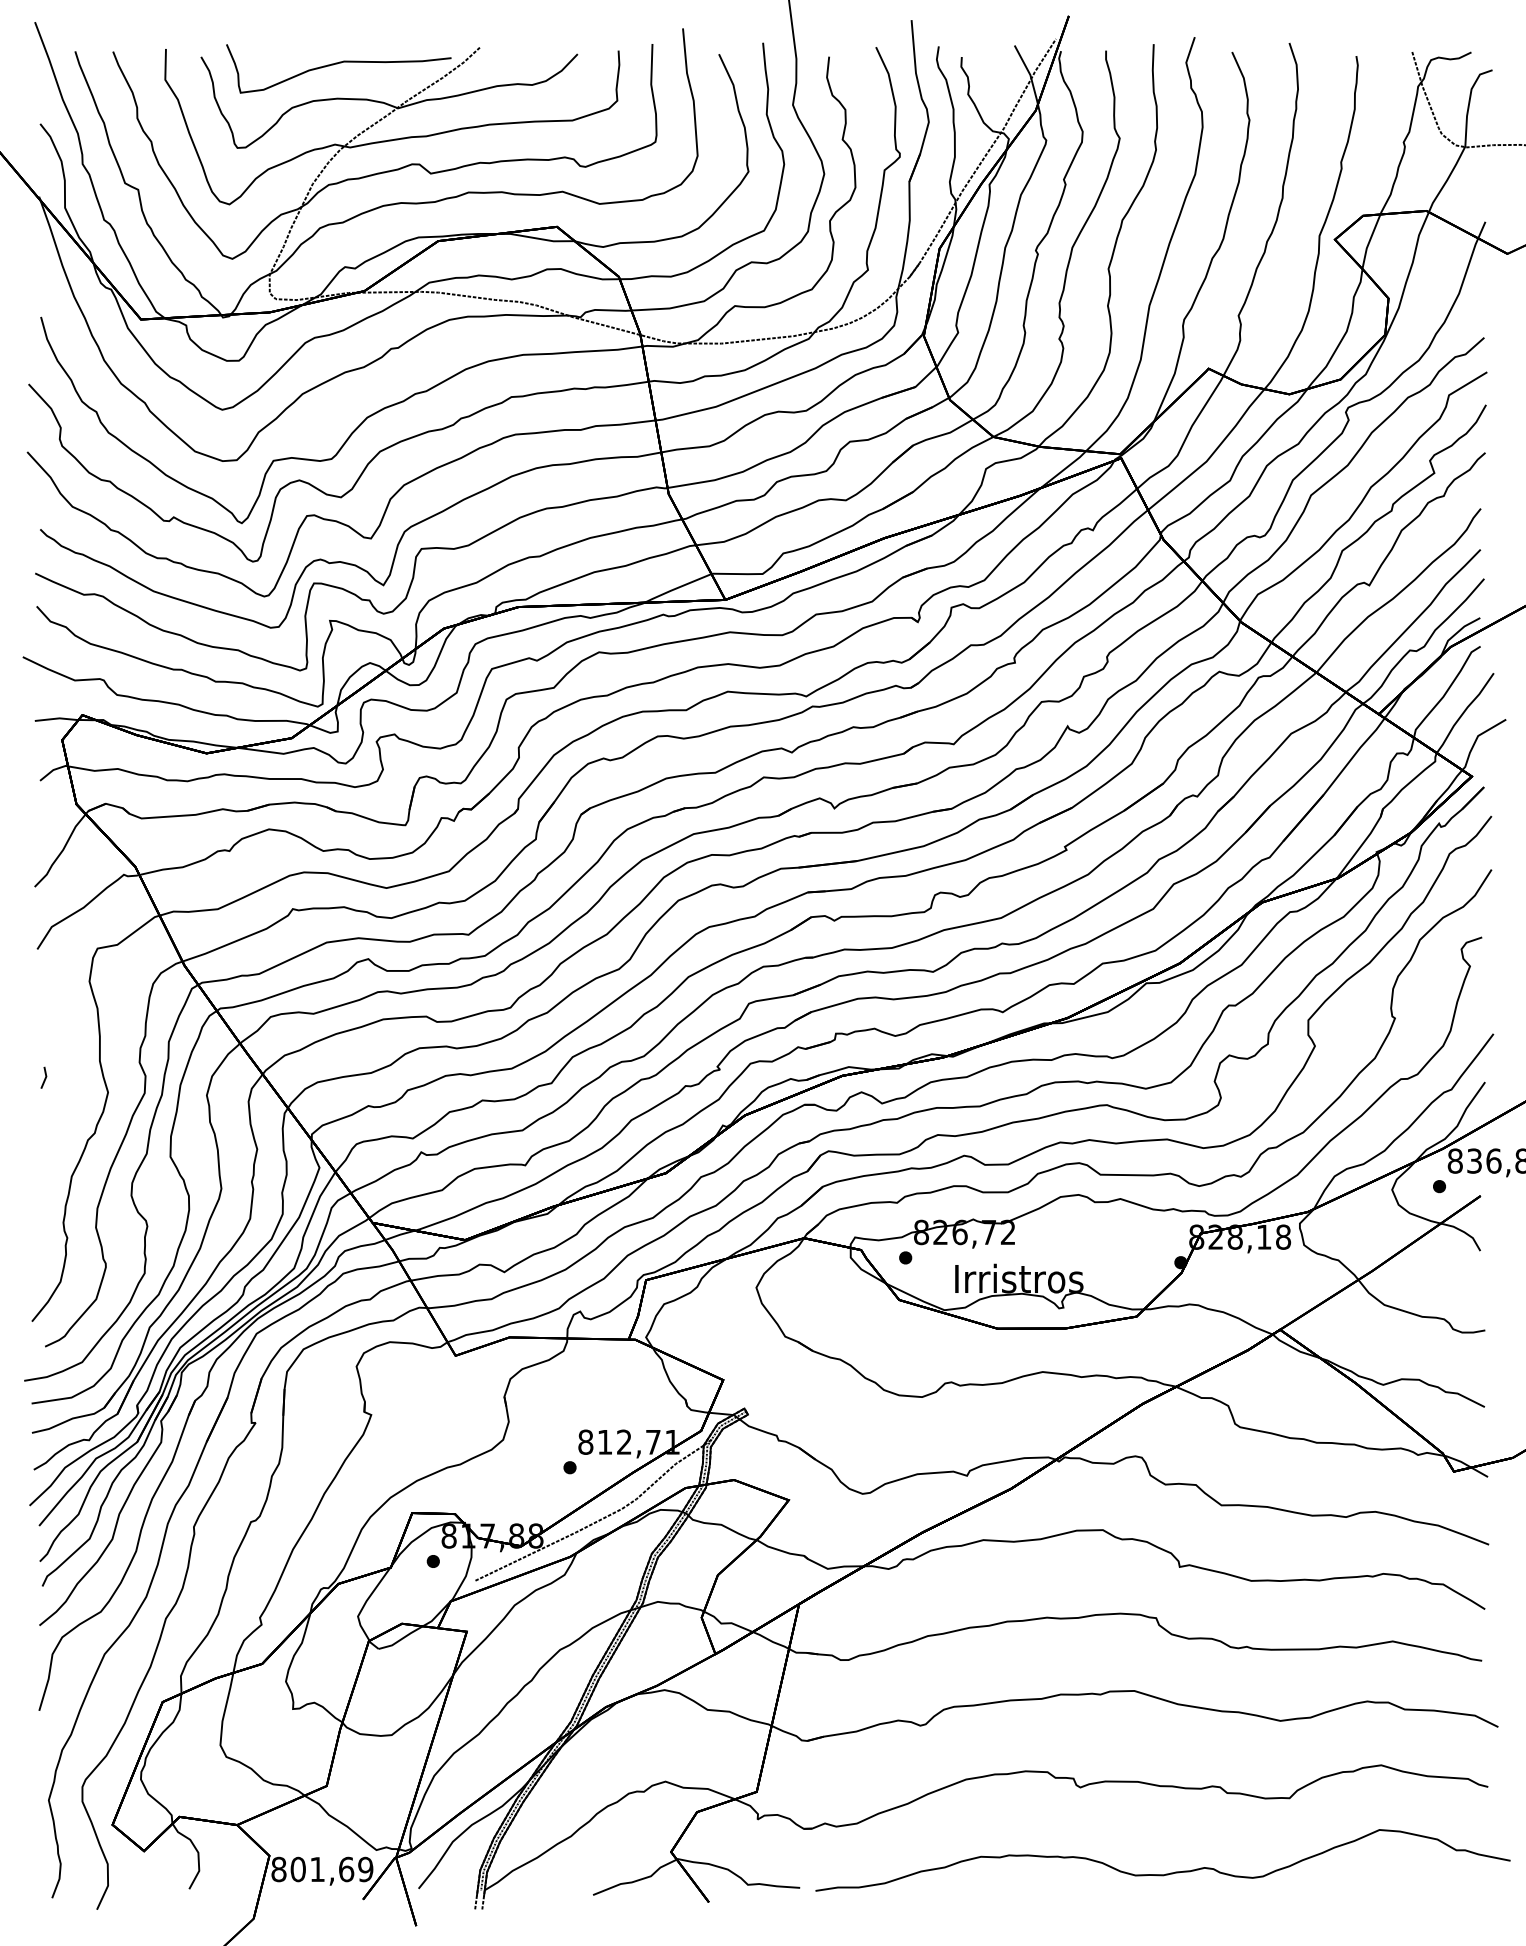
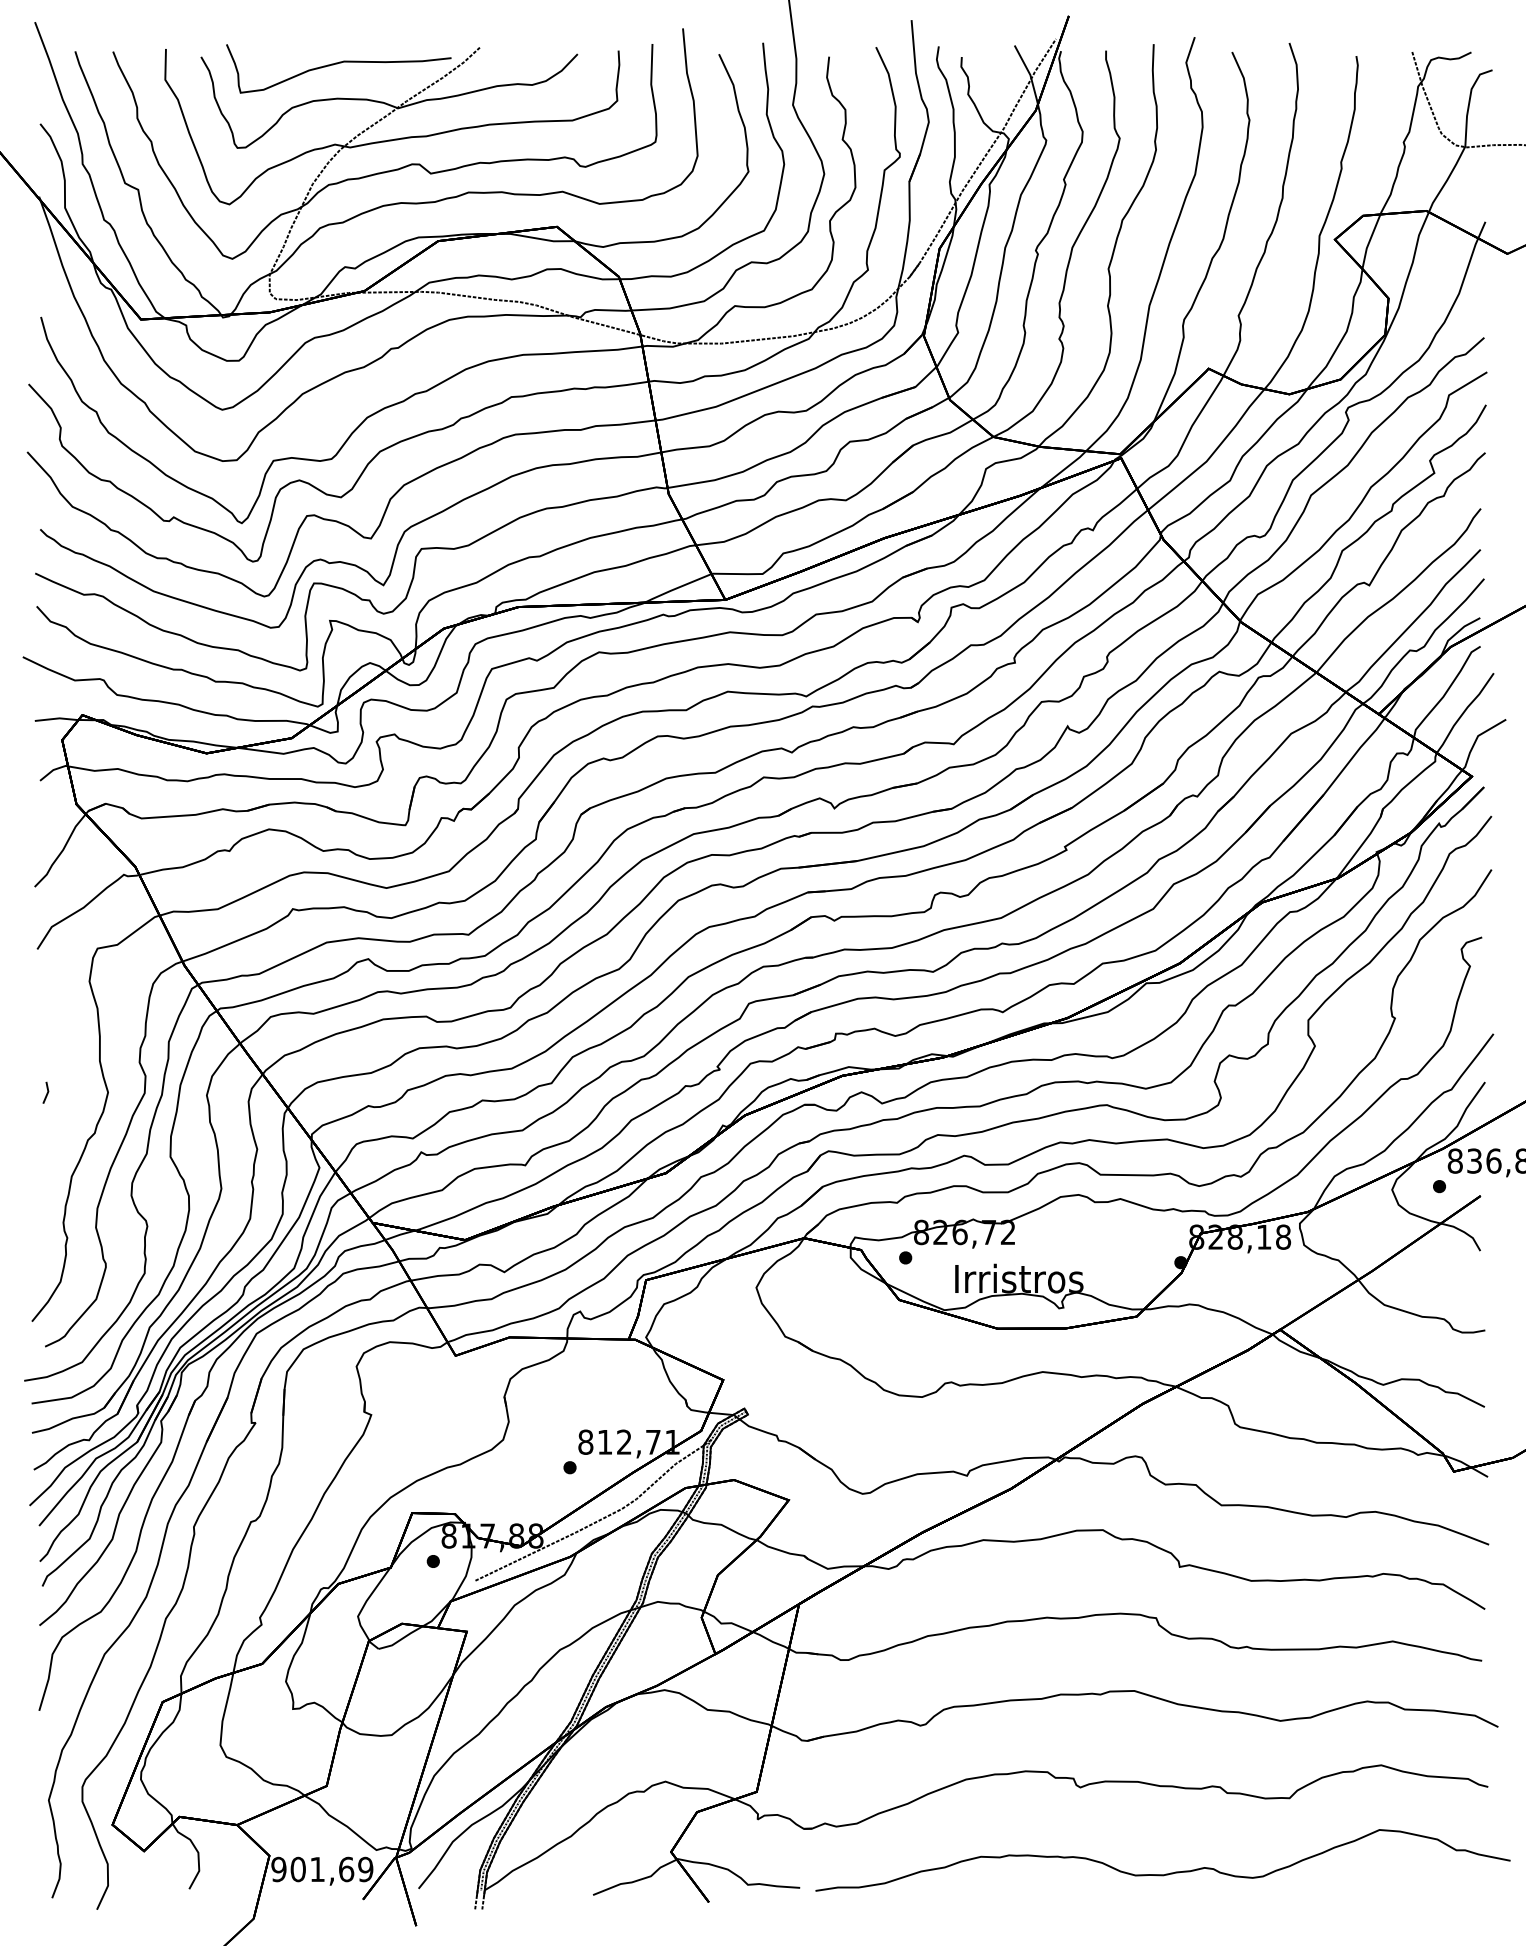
line at (44, 1078) position: (44, 1078) -> (46, 1093)
text at (278, 1869): 801,69 -> 901,69
